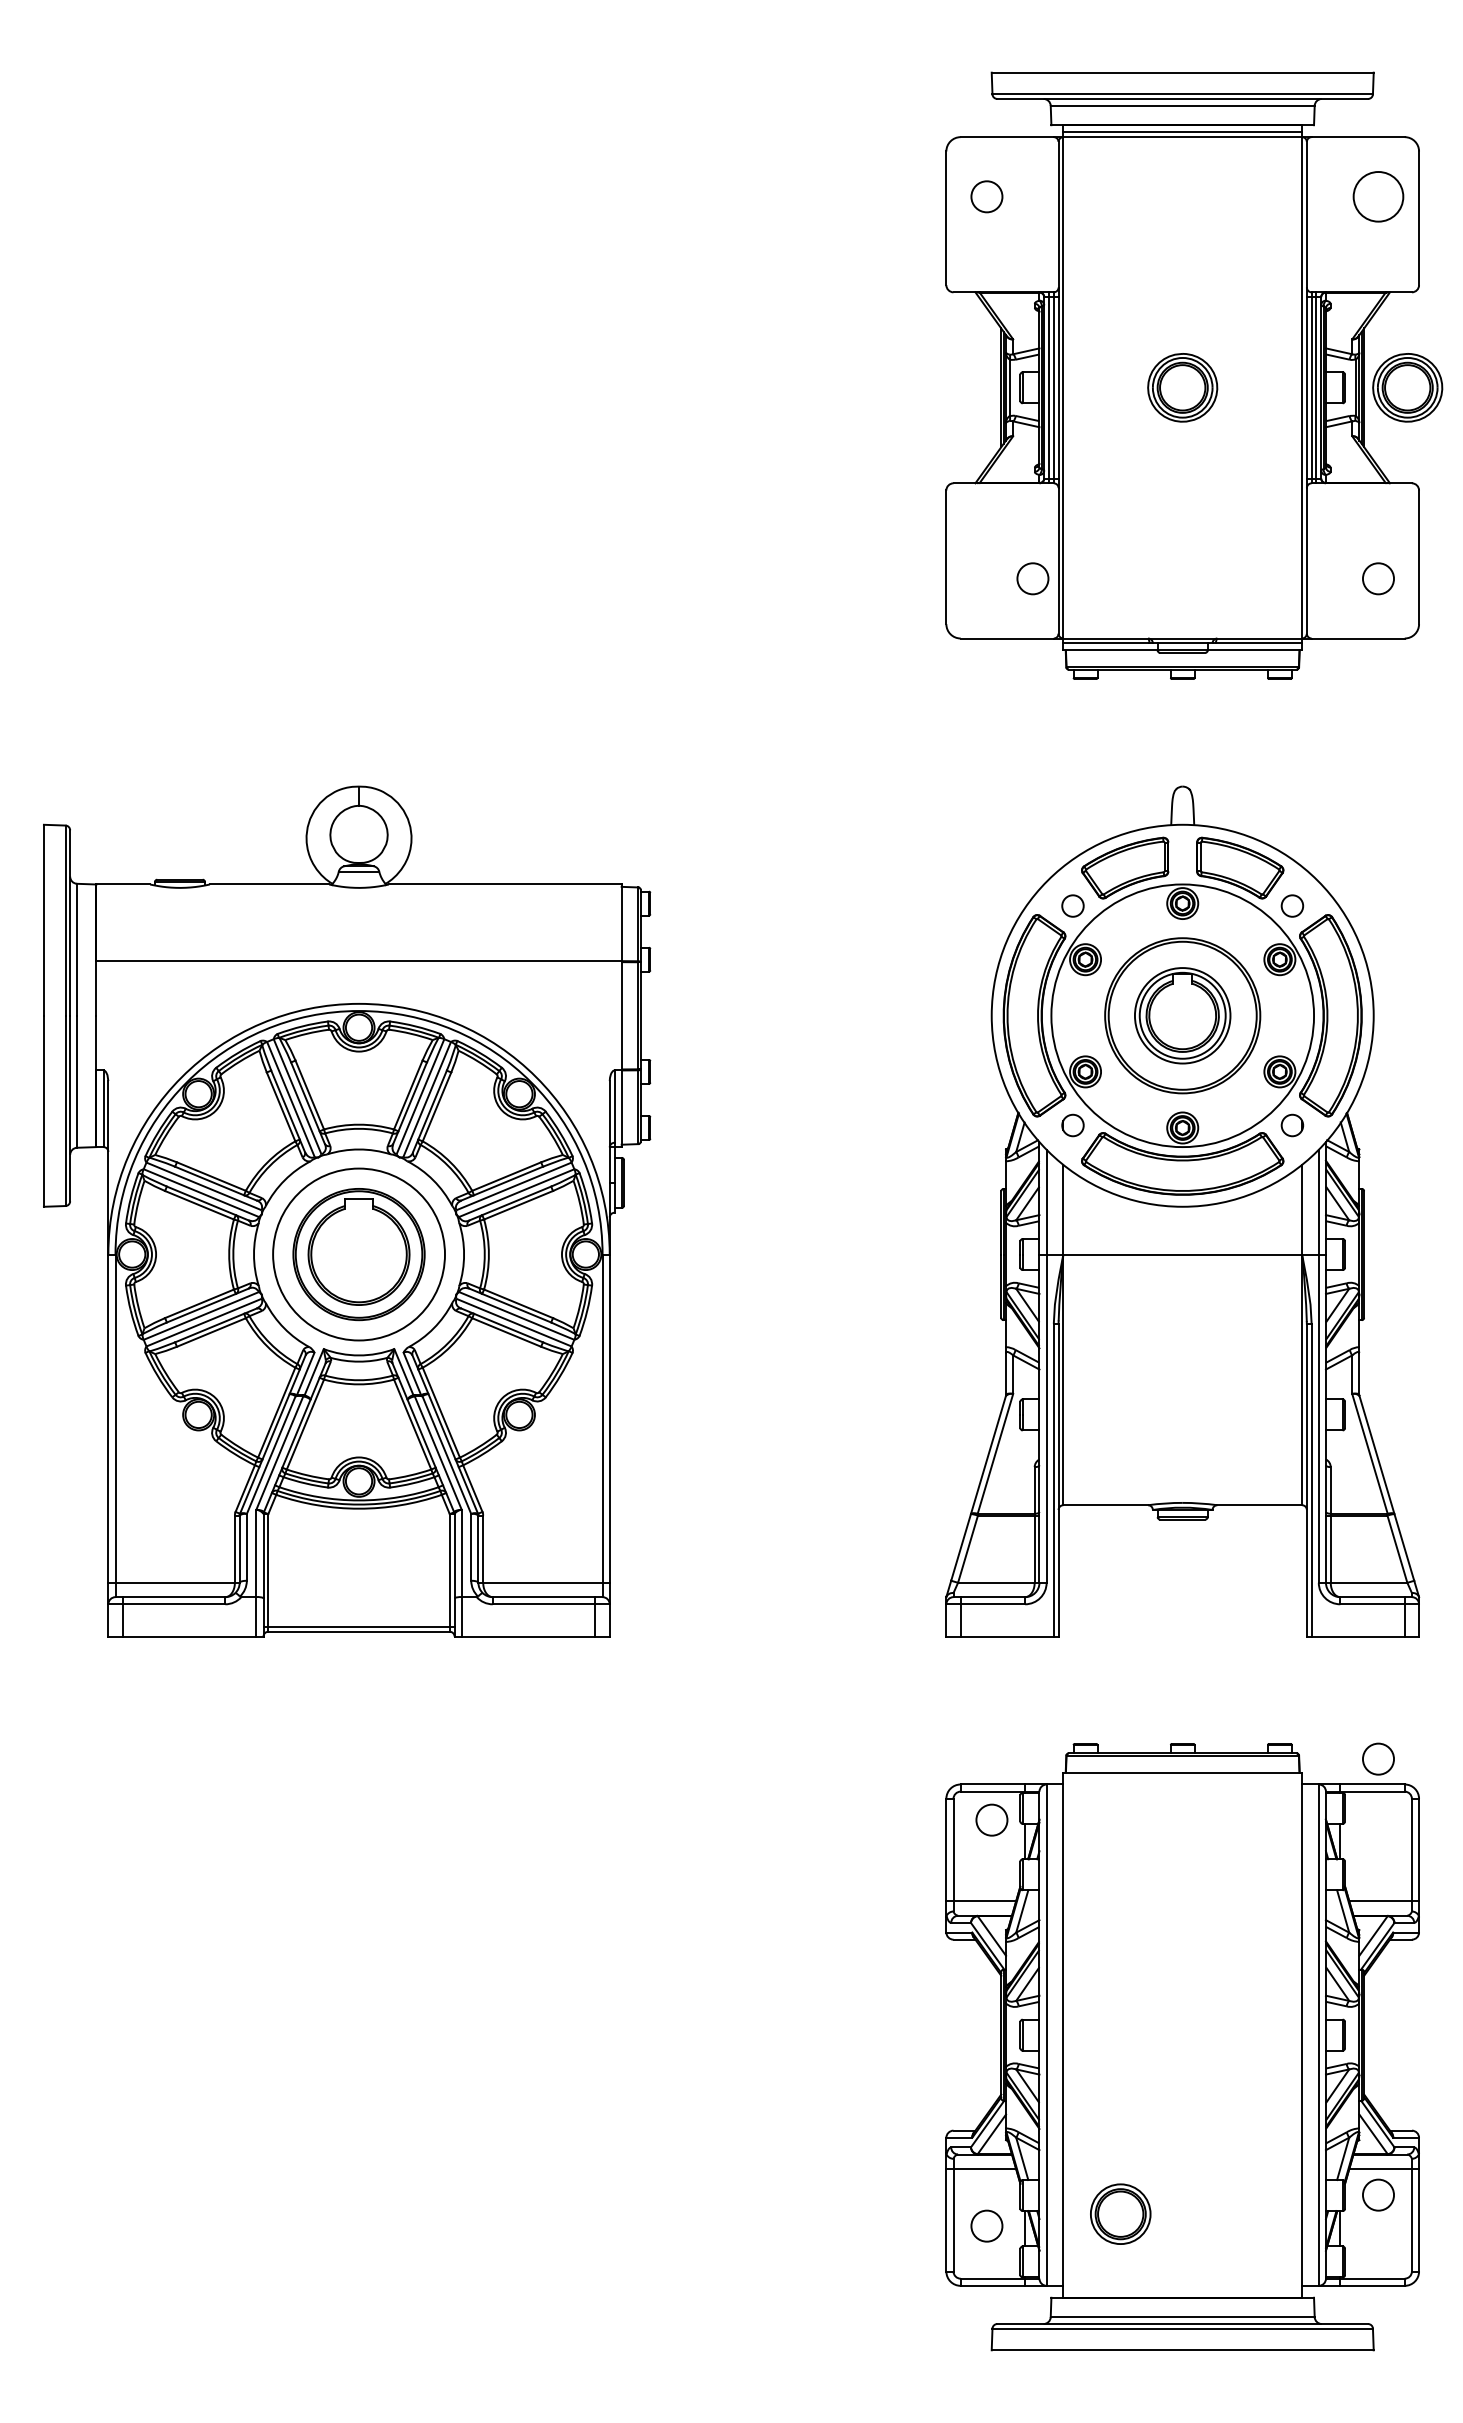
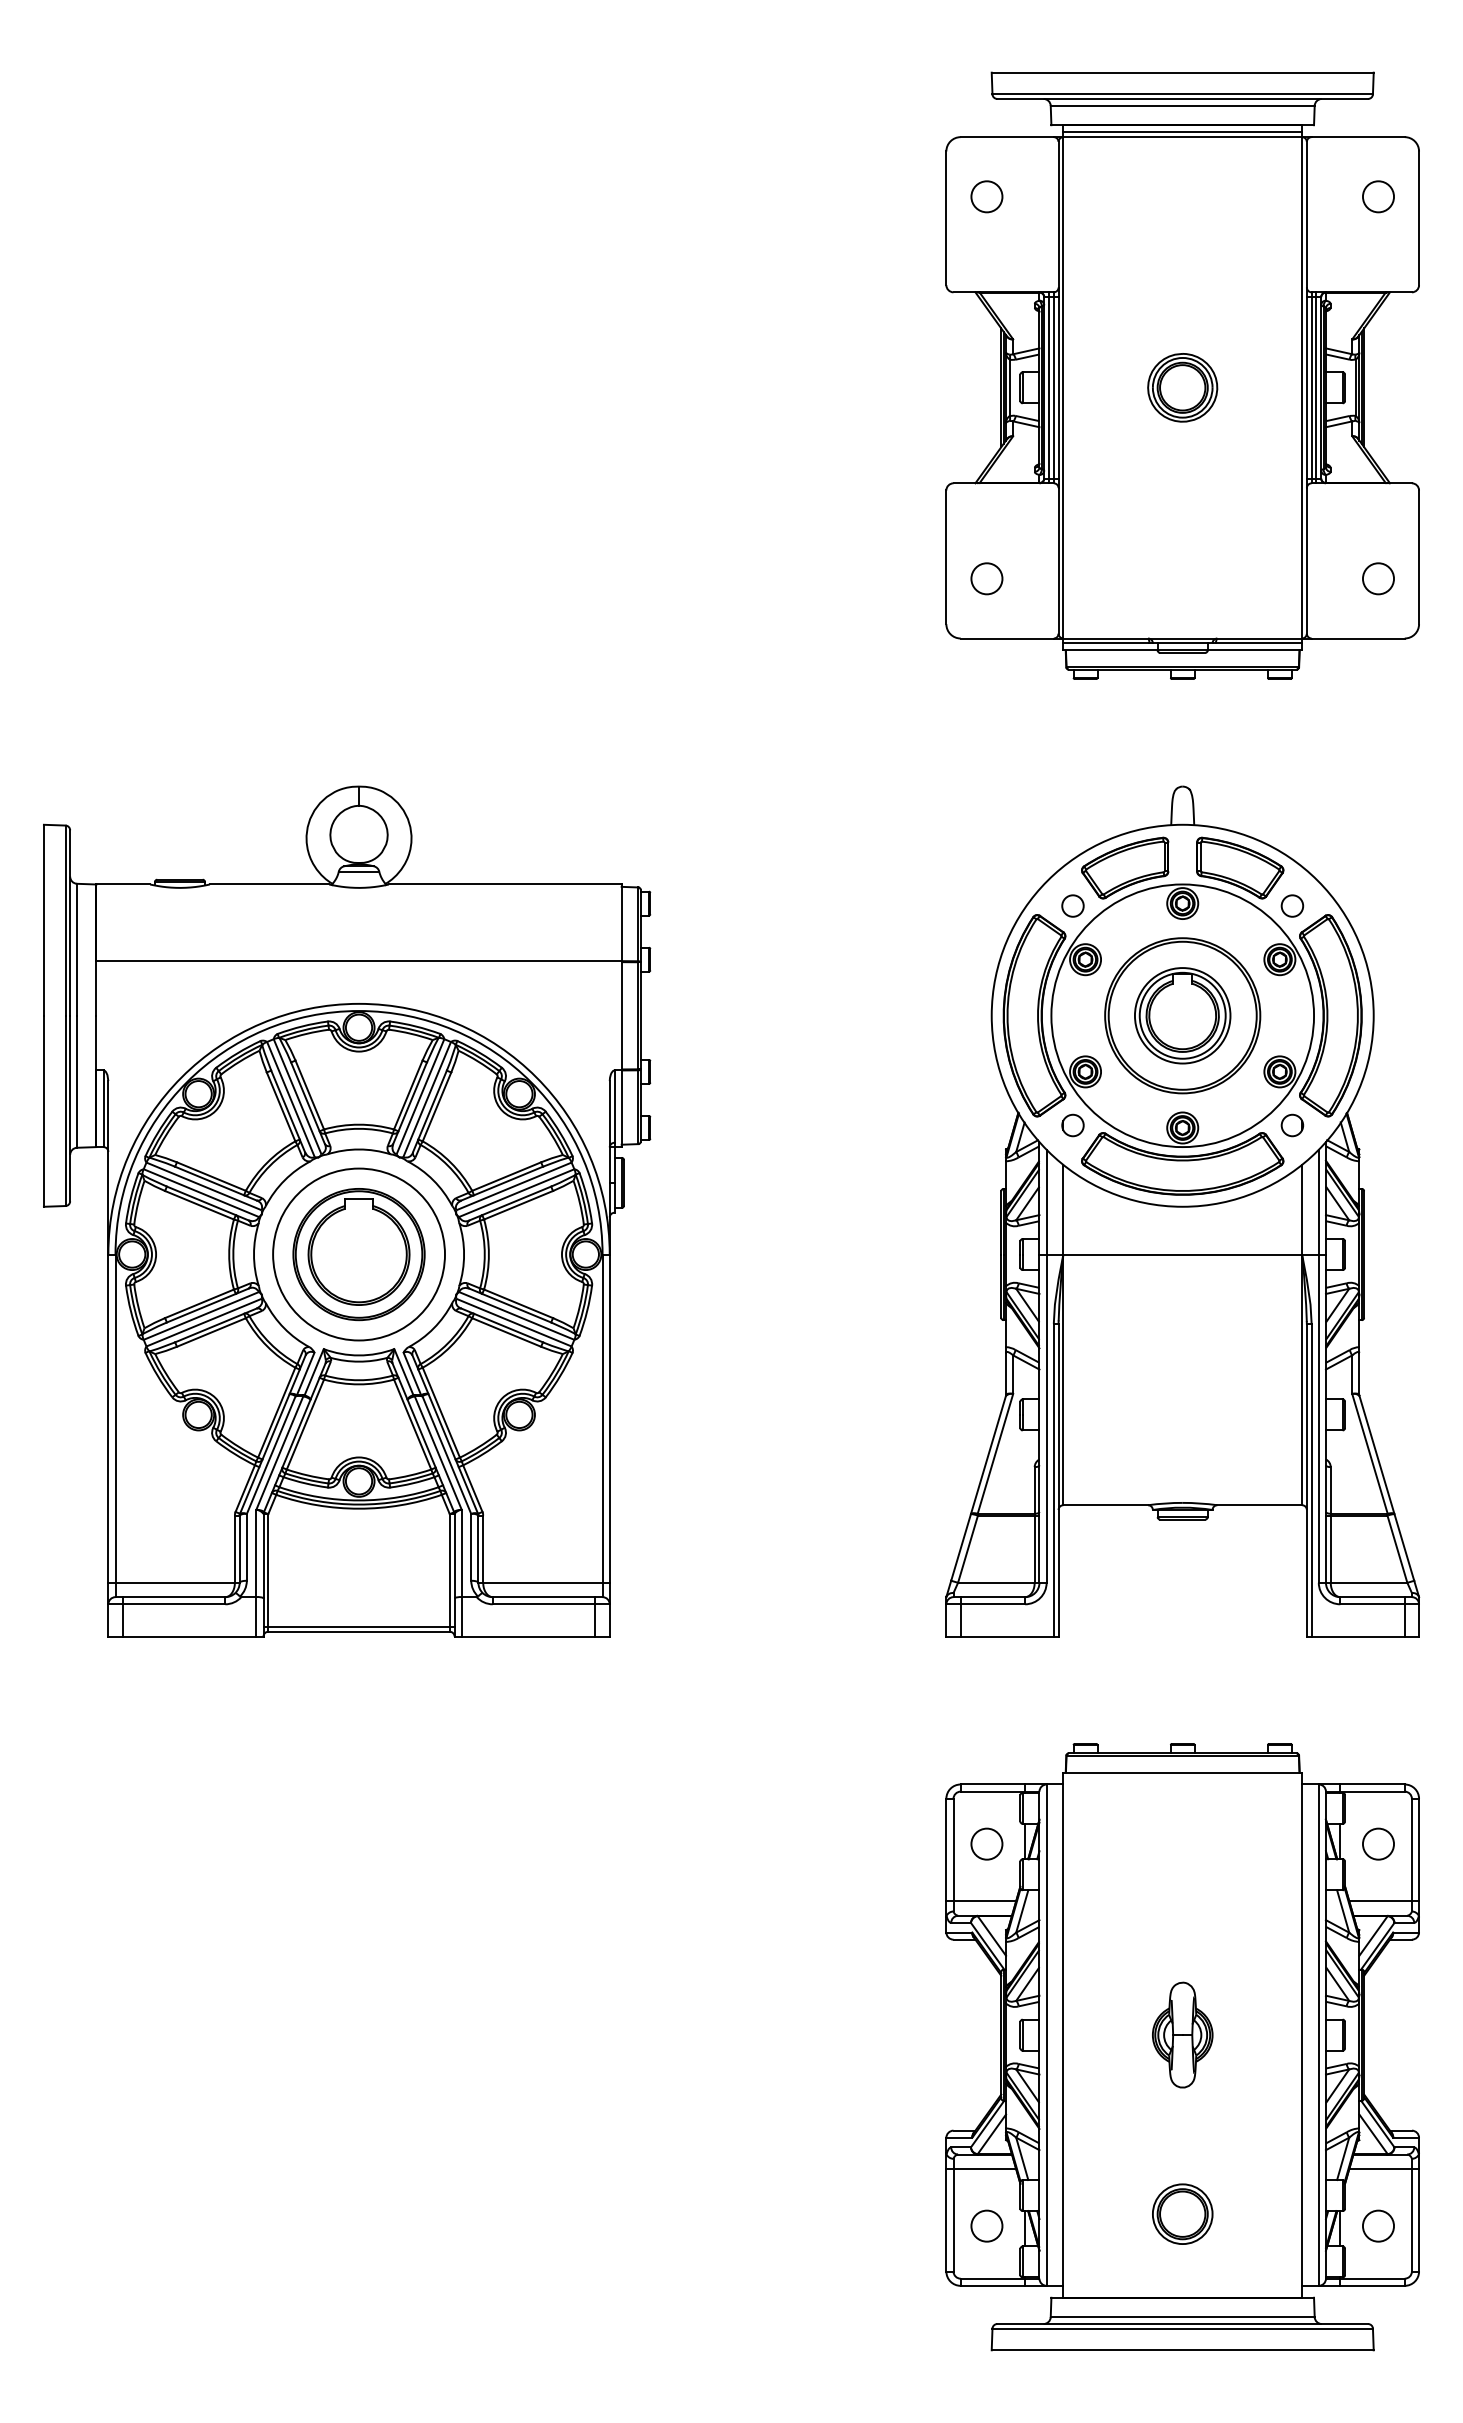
circle at (1378, 196) diameter: 50 px -> 31 px
part at (1407, 387): present -> none
circle at (1032, 578) position: (1032, 578) -> (986, 578)
circle at (1378, 1758) position: (1378, 1758) -> (1378, 1843)
circle at (991, 1819) position: (991, 1819) -> (986, 1843)
part at (1182, 2034): none -> present
circle at (1378, 2194) position: (1378, 2194) -> (1378, 2225)
part at (1120, 2213) position: (1120, 2213) -> (1182, 2213)
